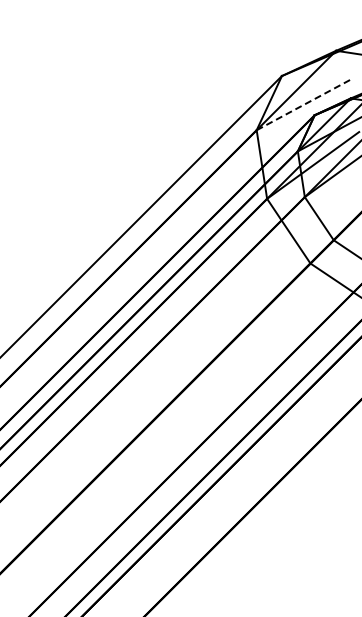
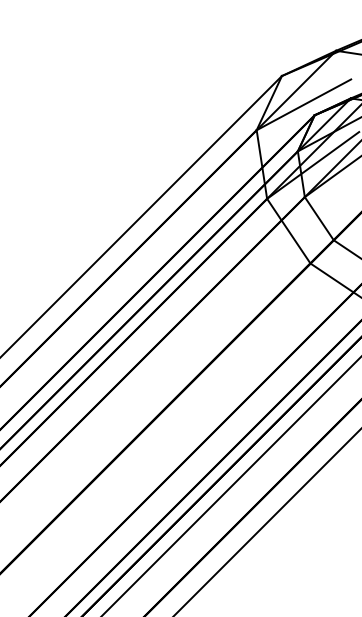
line at (303, 104): dashed -> solid
line at (231, 486): none -> present
line at (267, 522): none -> present
